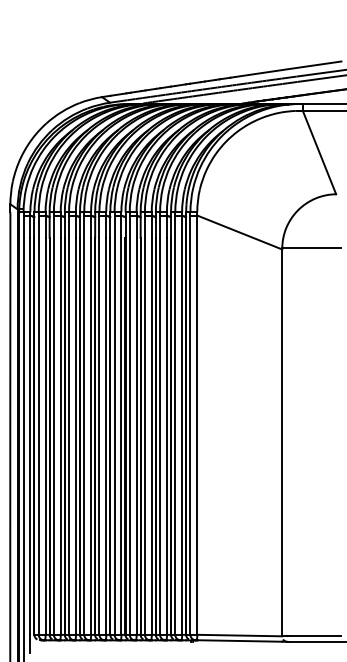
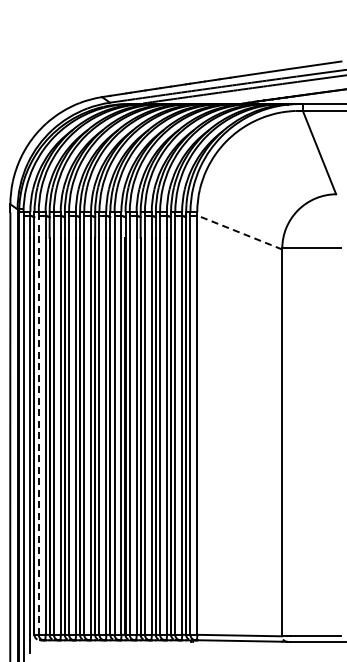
line at (239, 232): solid -> dashed
line at (38, 425): solid -> dashed
